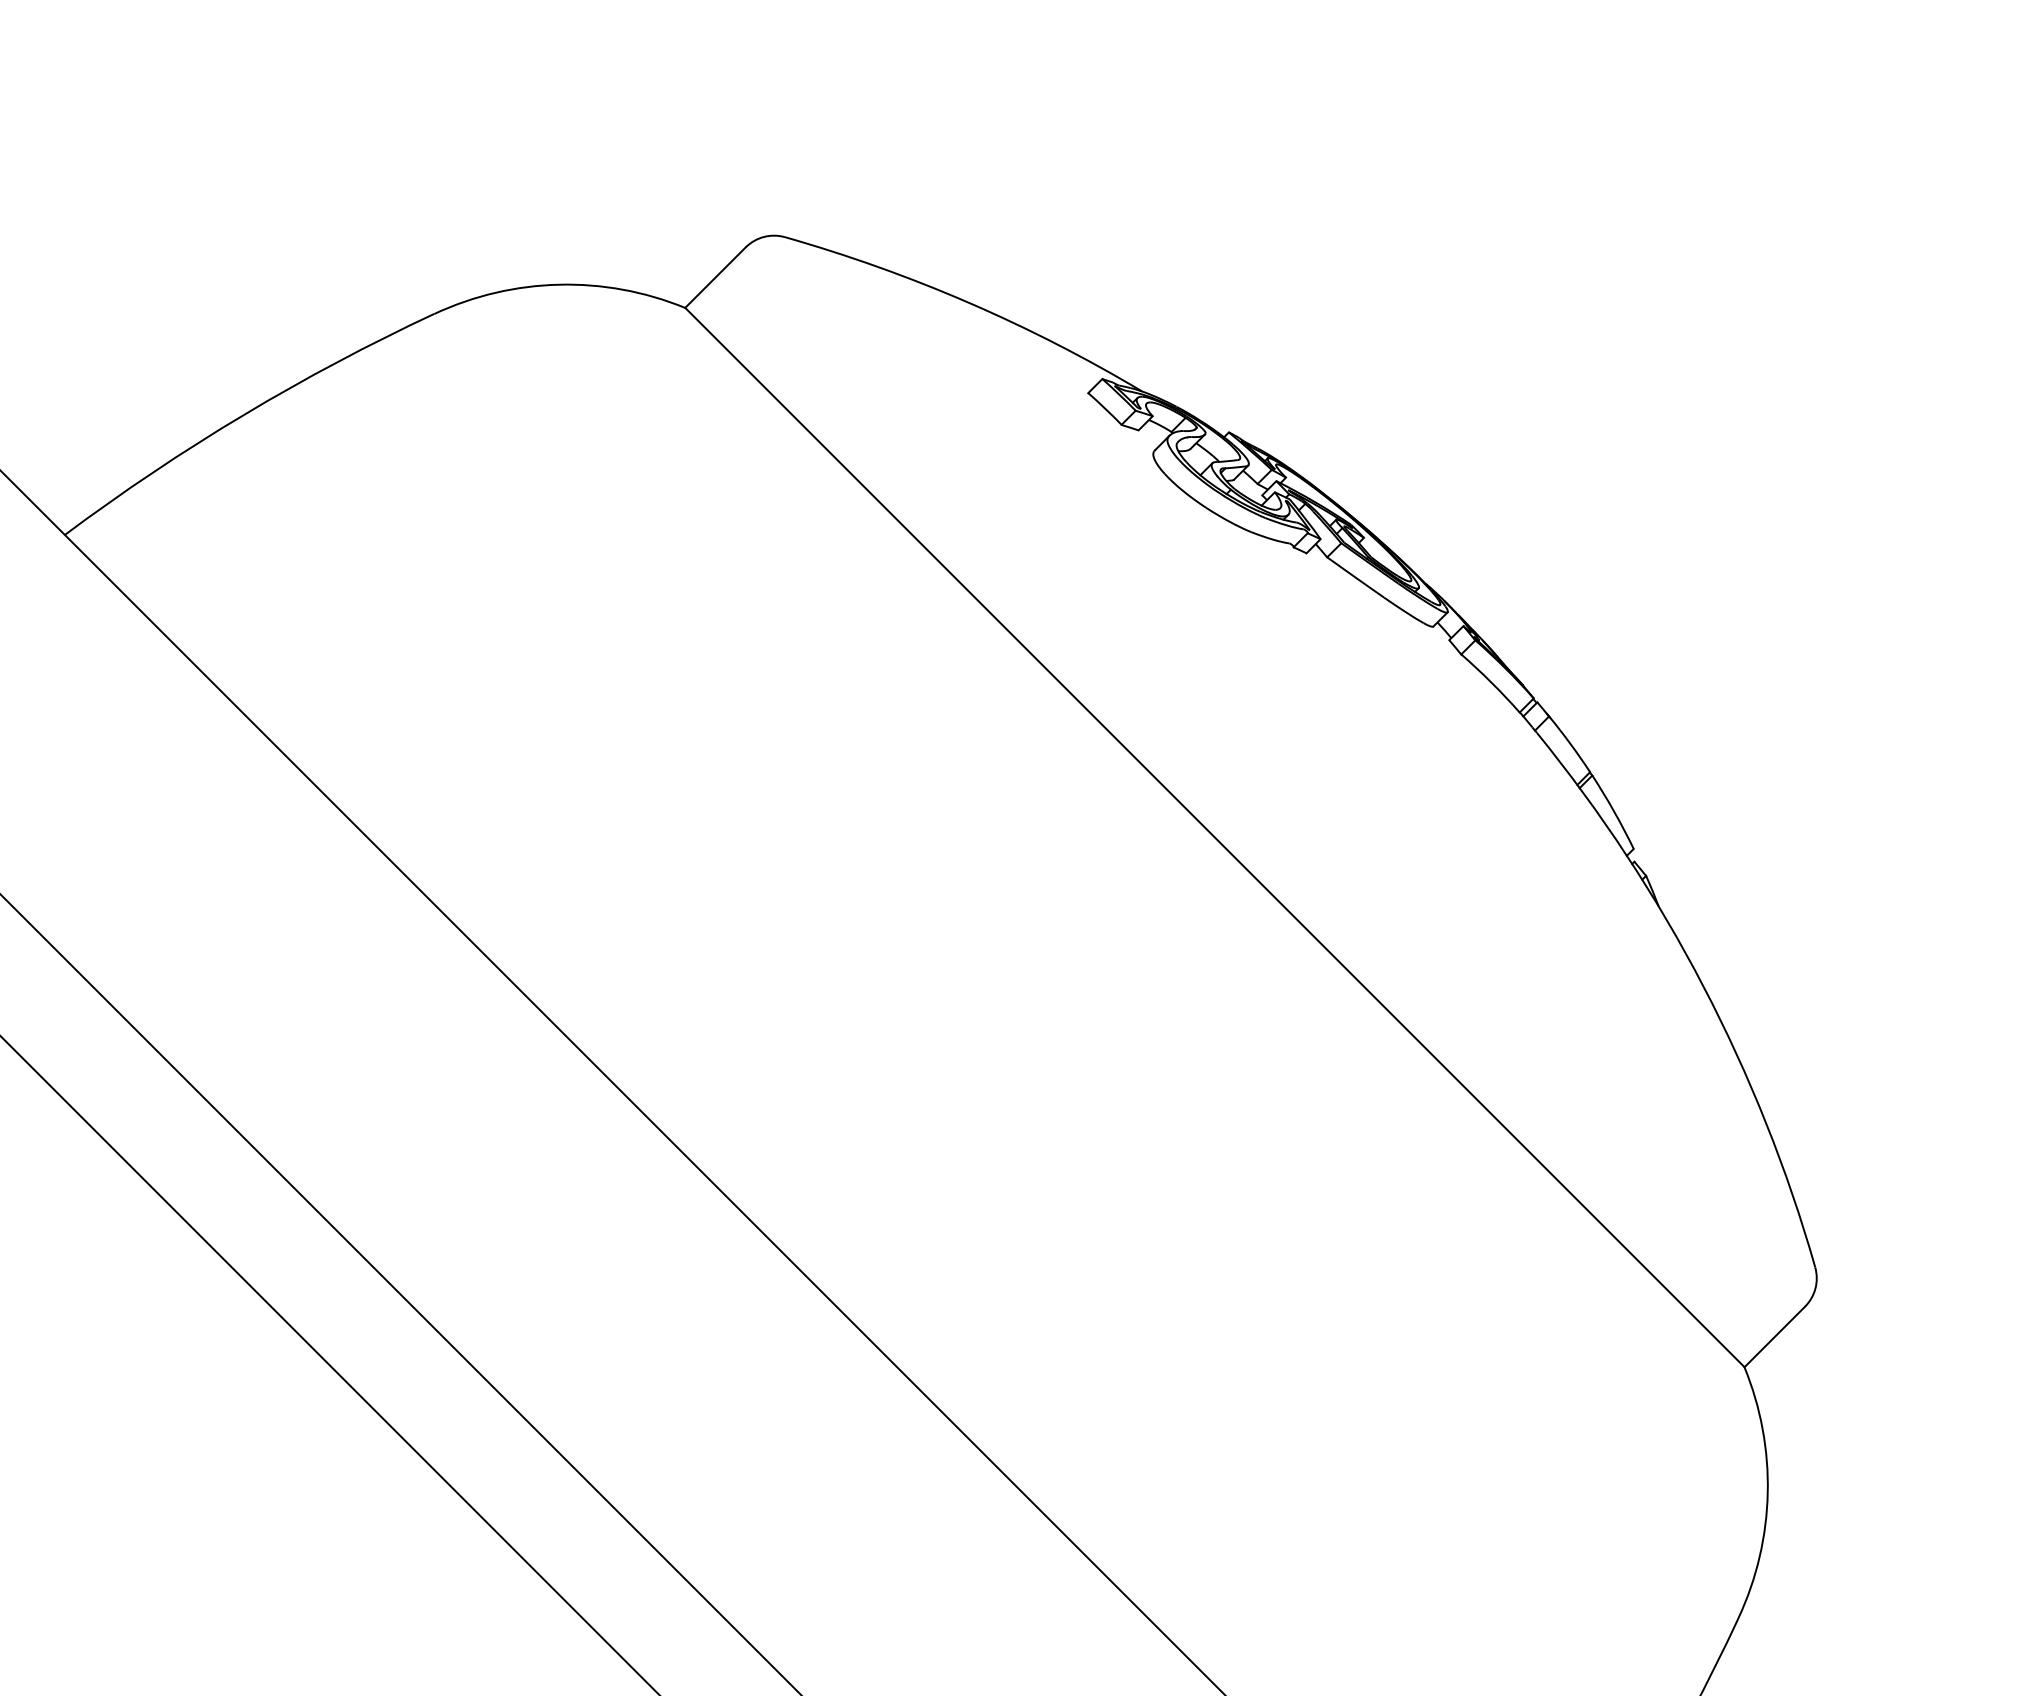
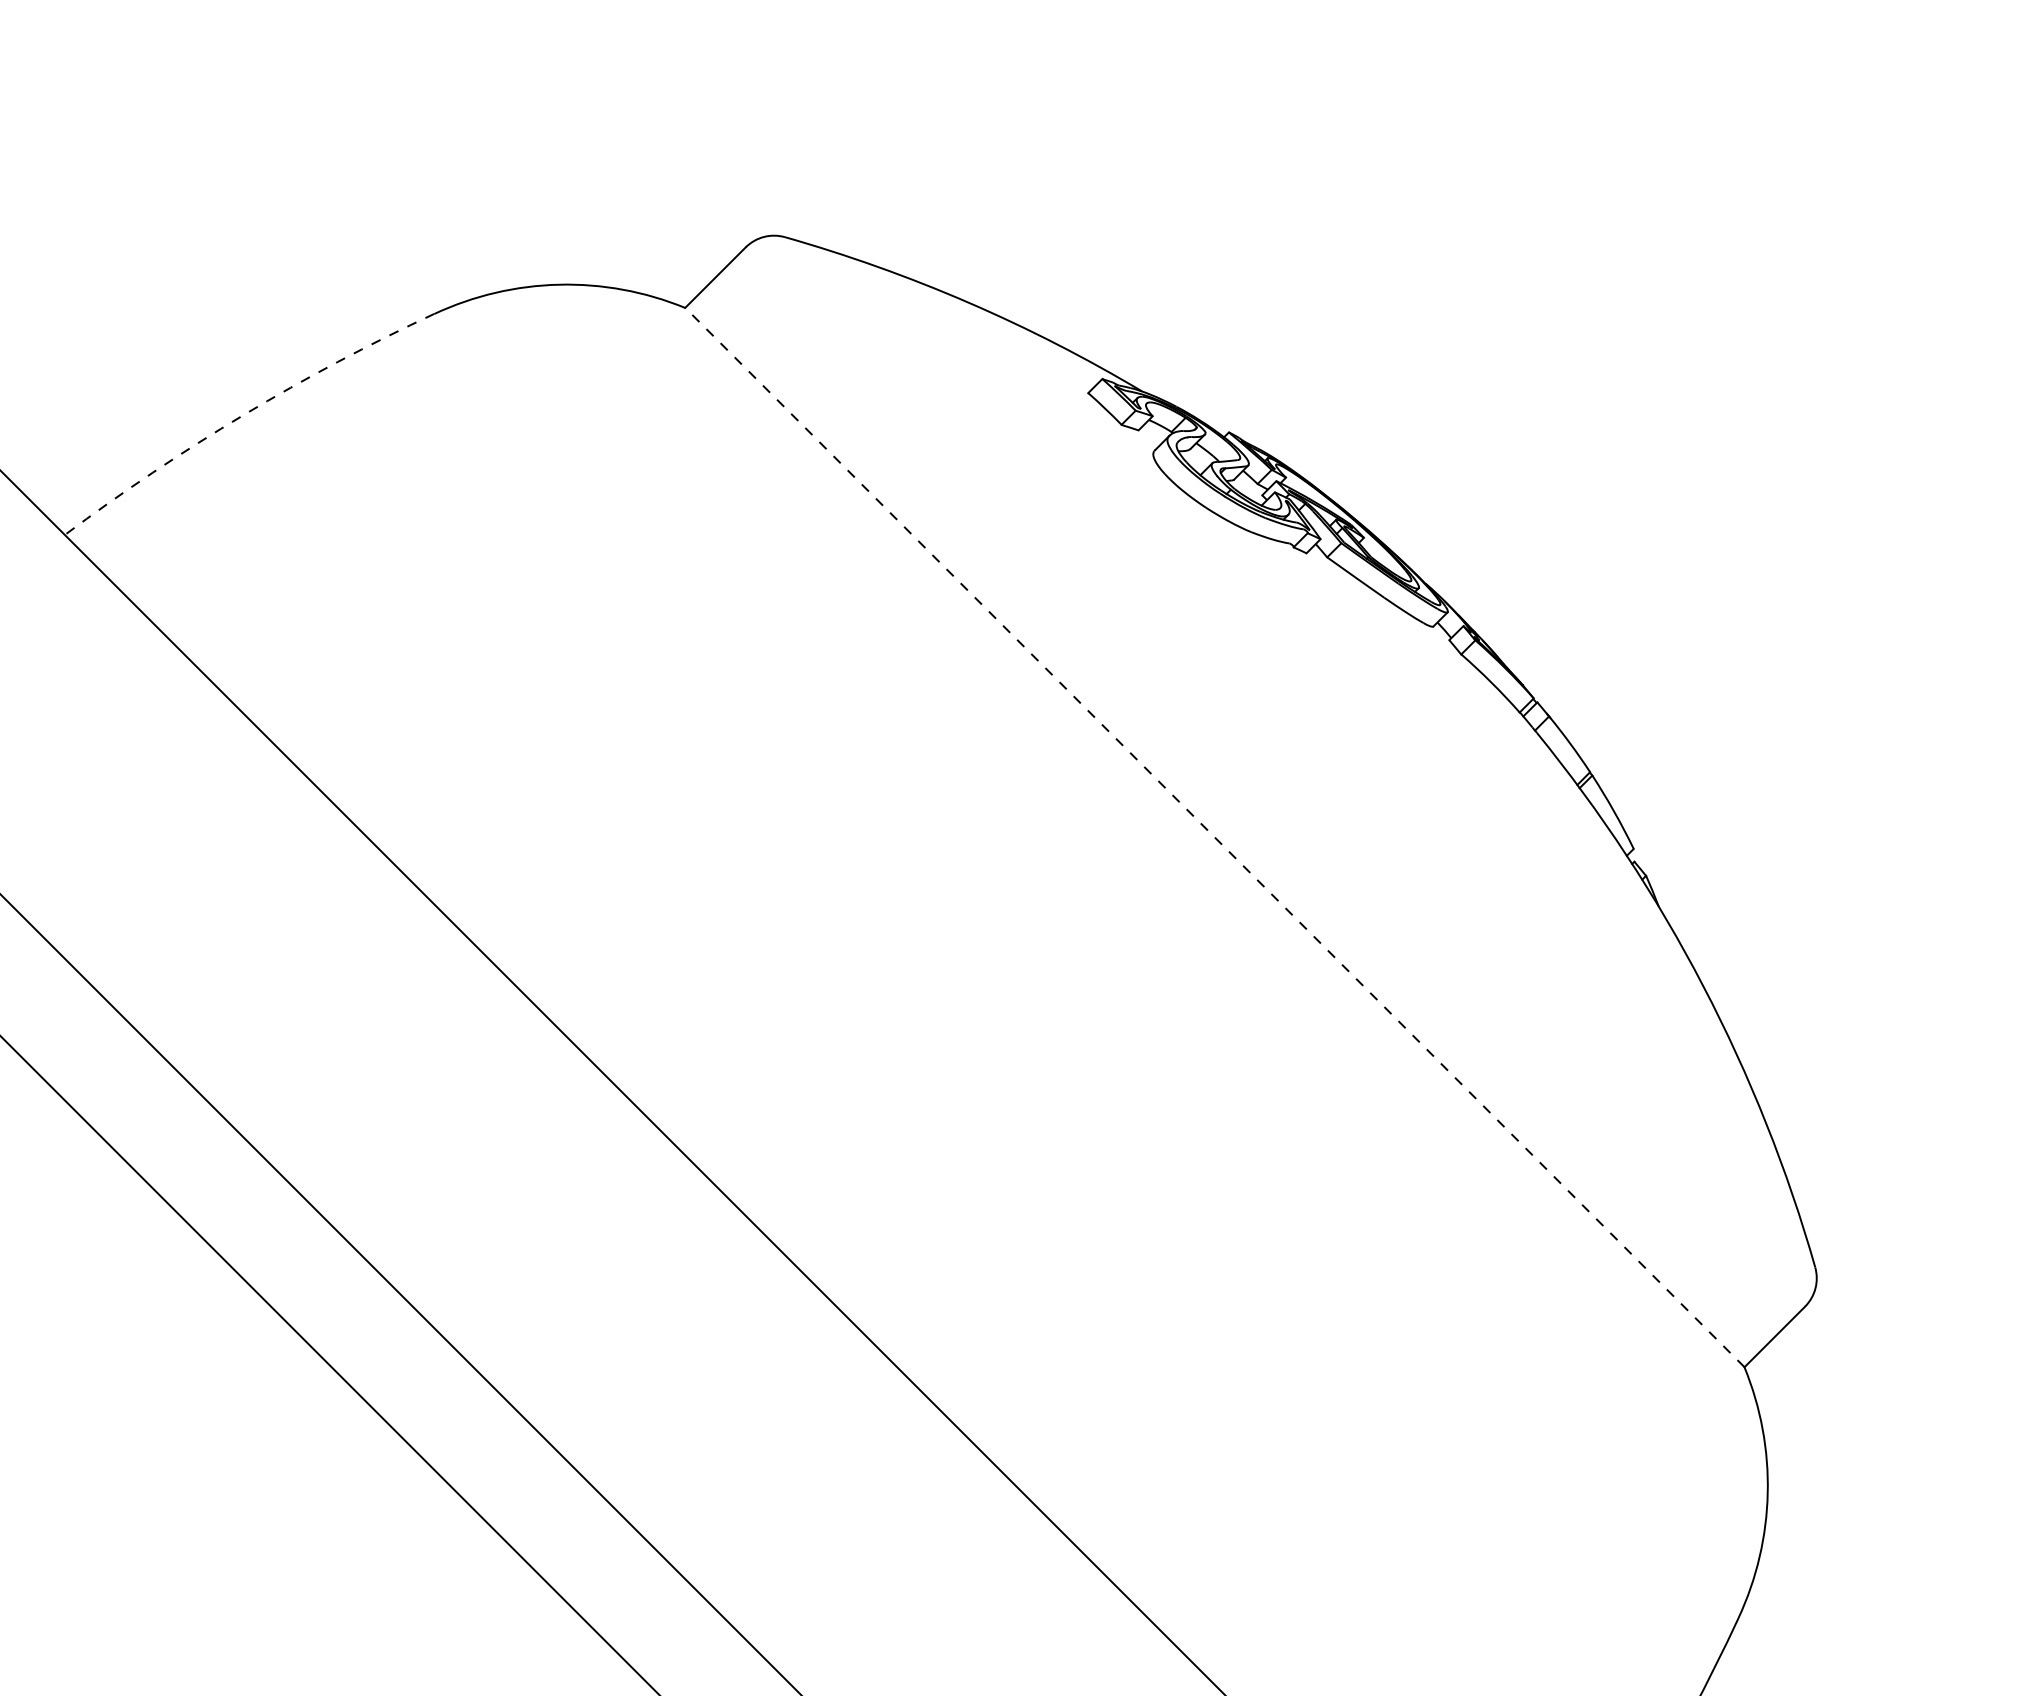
arc at (243, 414): solid -> dashed
line at (1214, 837): solid -> dashed
